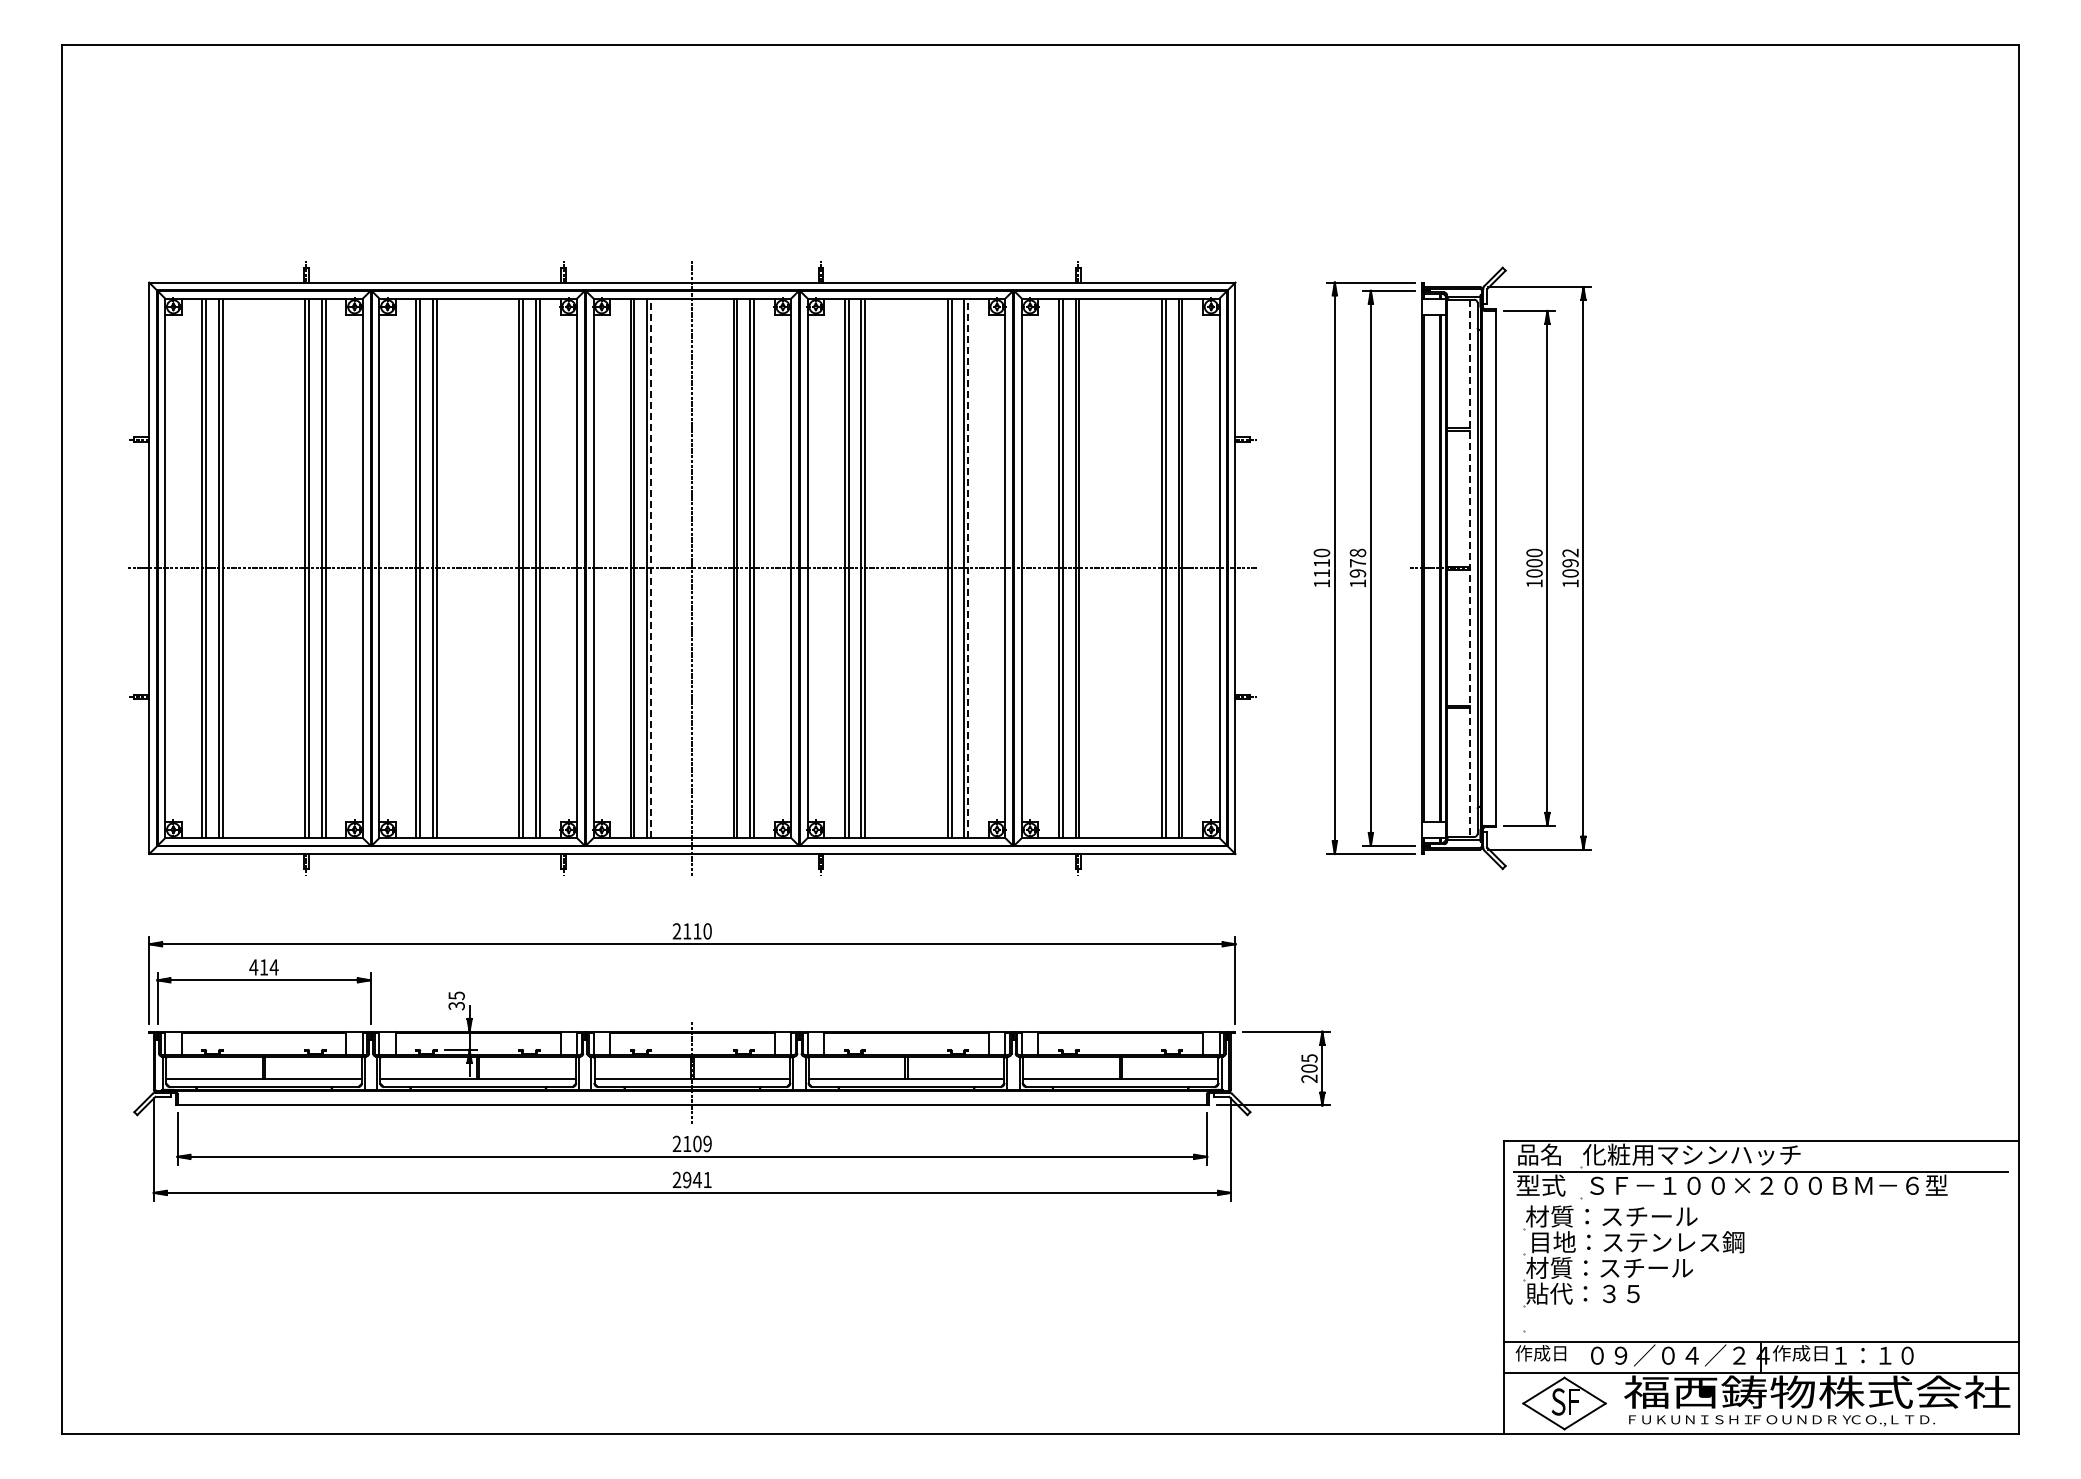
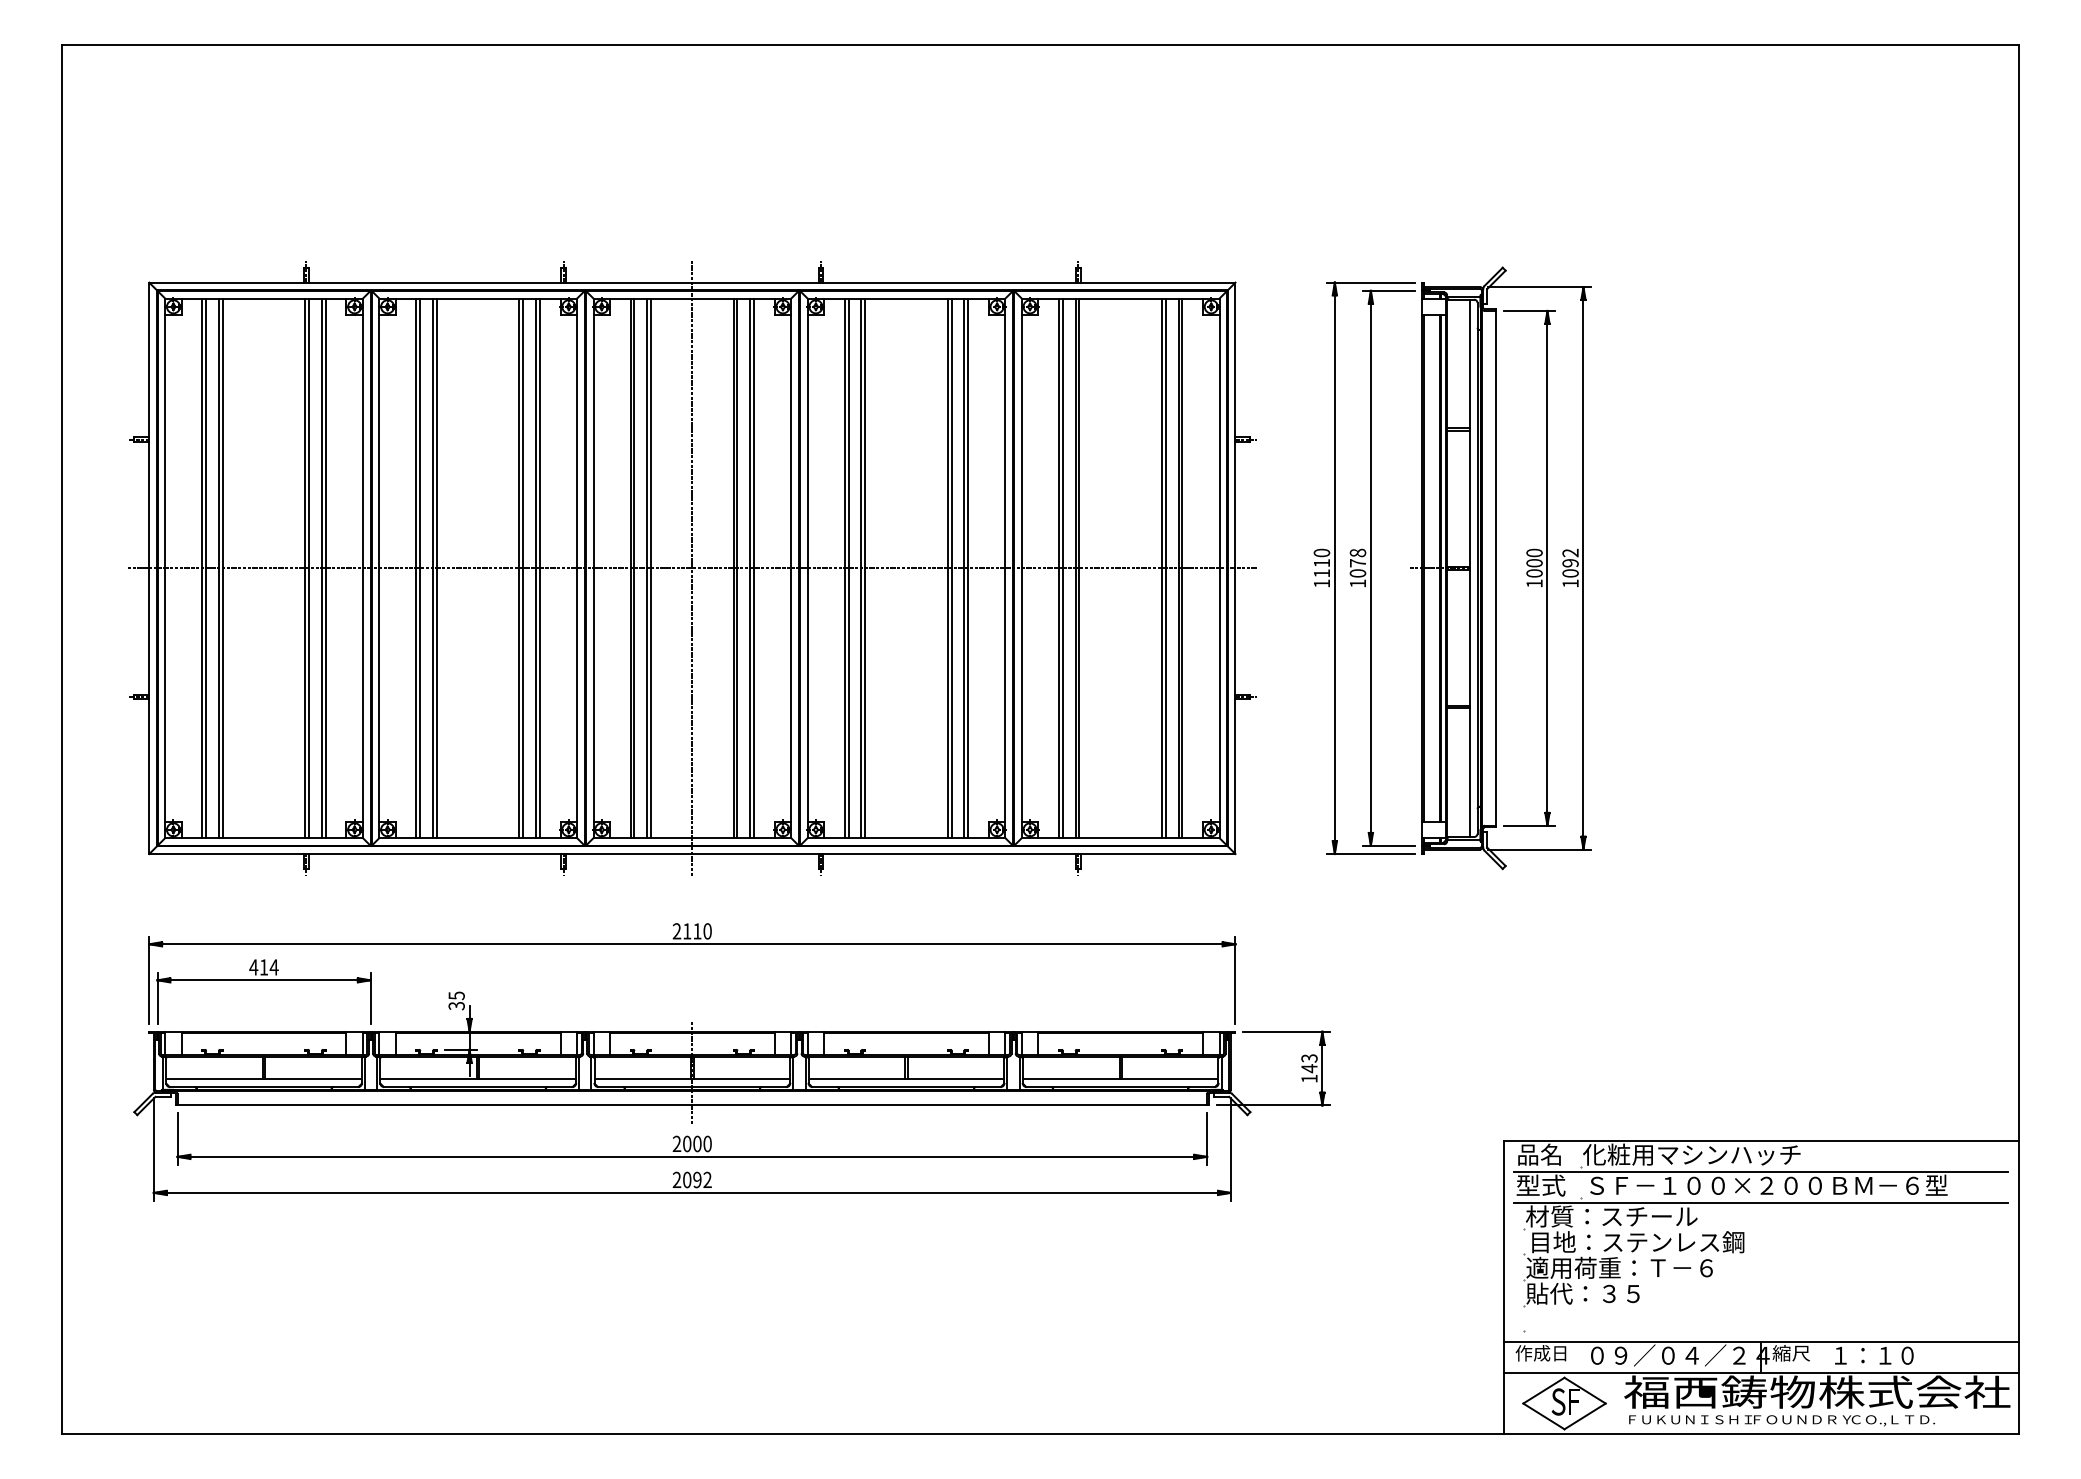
line at (651, 568): dashed -> solid
line at (968, 568): dashed -> solid
line at (1469, 568): dashed -> solid
text at (1357, 573): 1978 -> 1078
text at (1309, 1068): 205 -> 143
text at (697, 1143): 2109 -> 2000
text at (697, 1179): 2941 -> 2092
line at (1761, 1202): none -> present
text at (1619, 1267): 材質：スチール -> 適用荷重：Ｔ－６
text at (1799, 1353): 作成日 -> 縮尺
